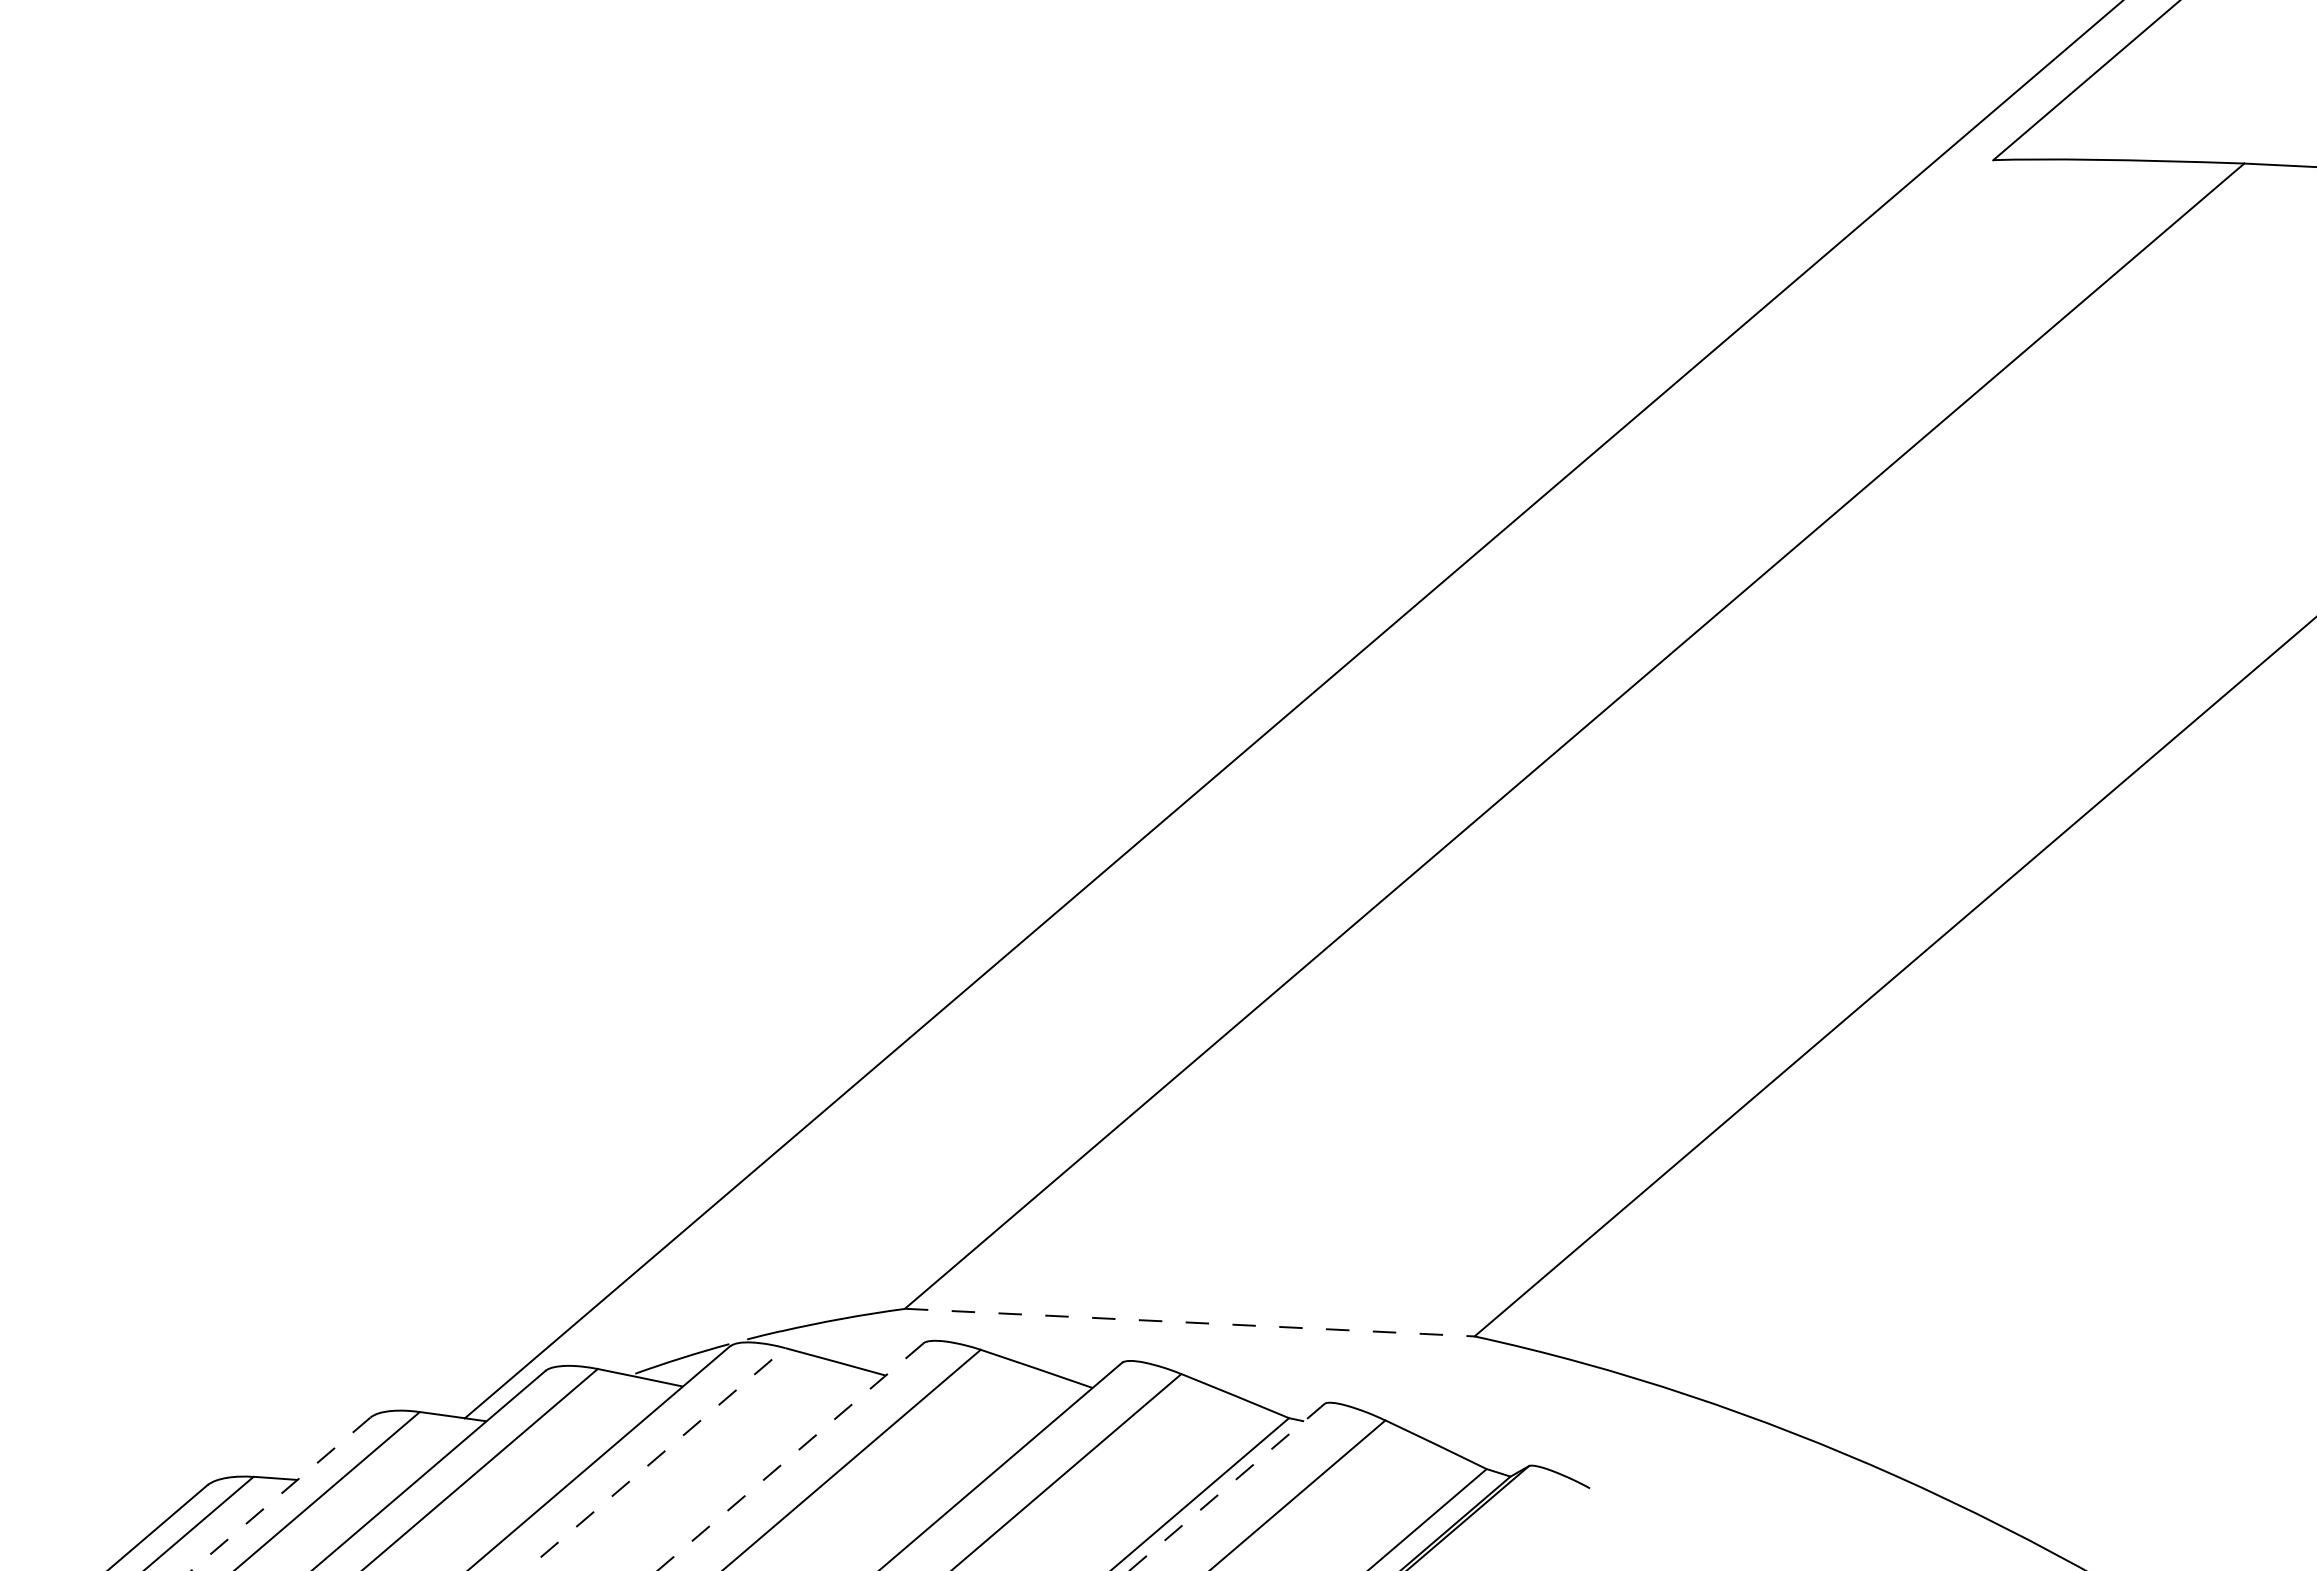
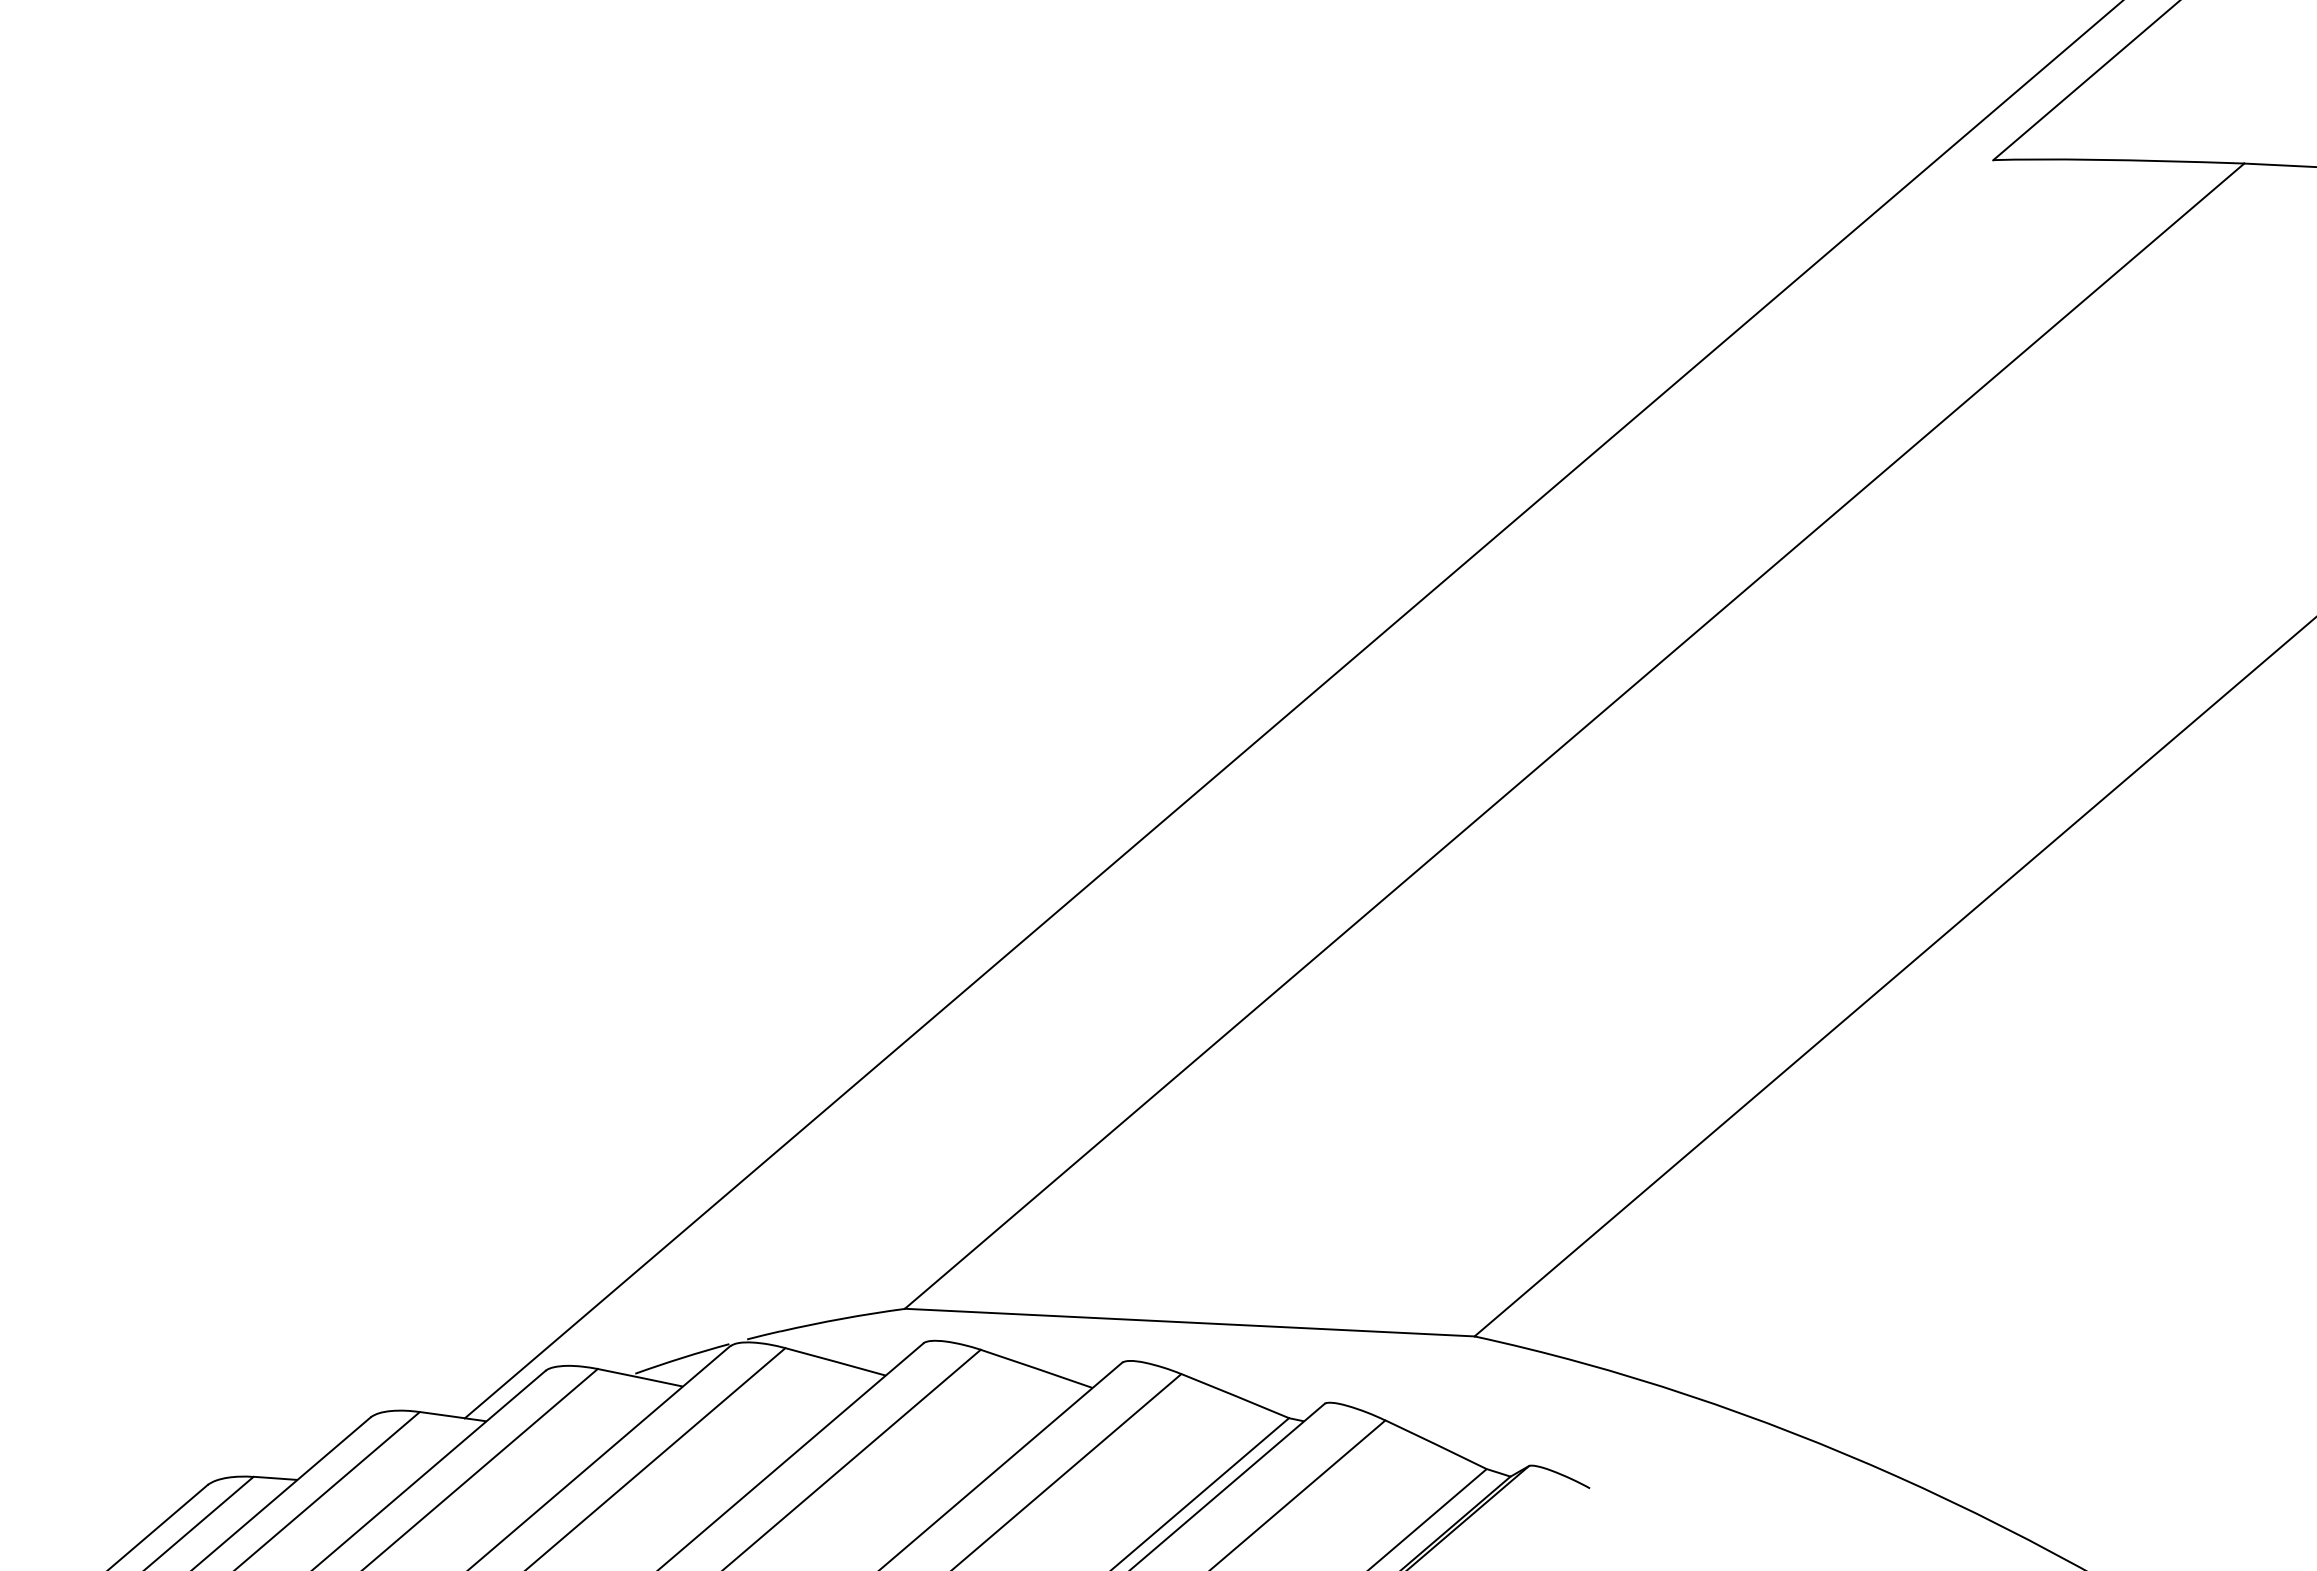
line at (1190, 1322): dashed -> solid
line at (790, 1457): dashed -> solid
line at (655, 1459): dashed -> solid
line at (1226, 1487): dashed -> solid
line at (280, 1494): dashed -> solid
